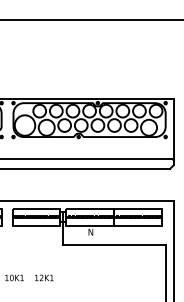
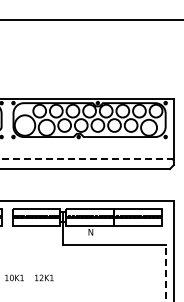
line at (86, 159): solid -> dashed
line at (166, 272): solid -> dashed
